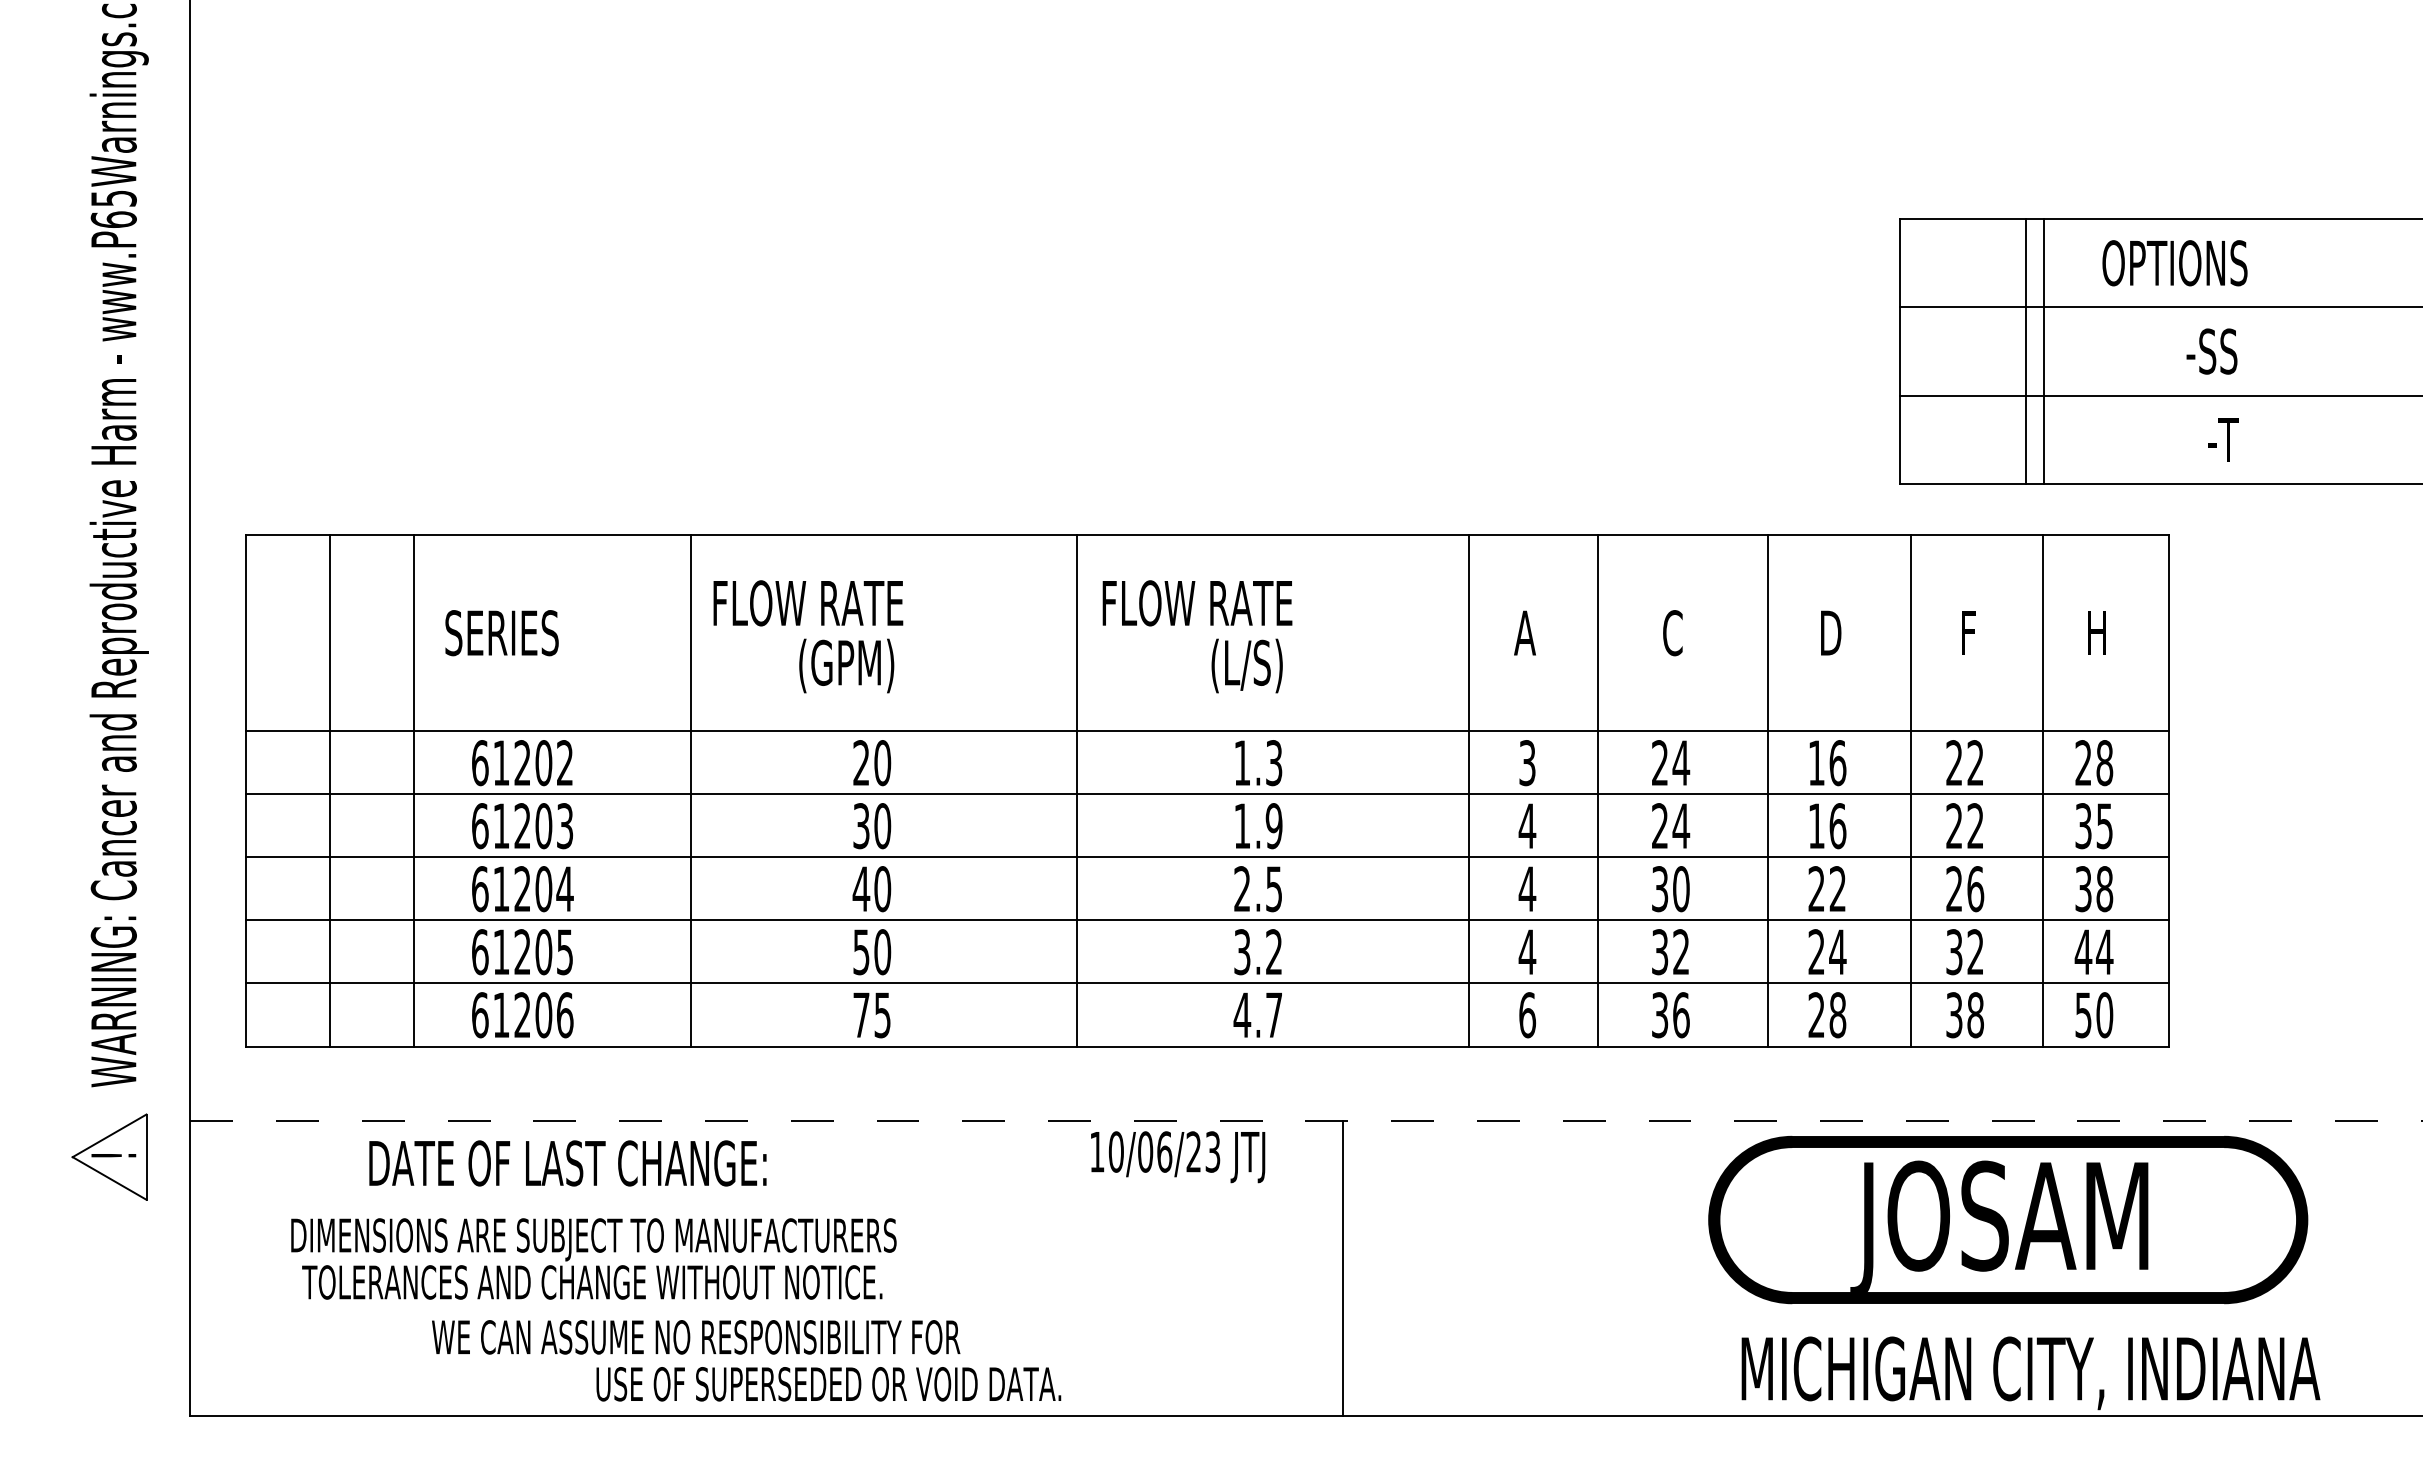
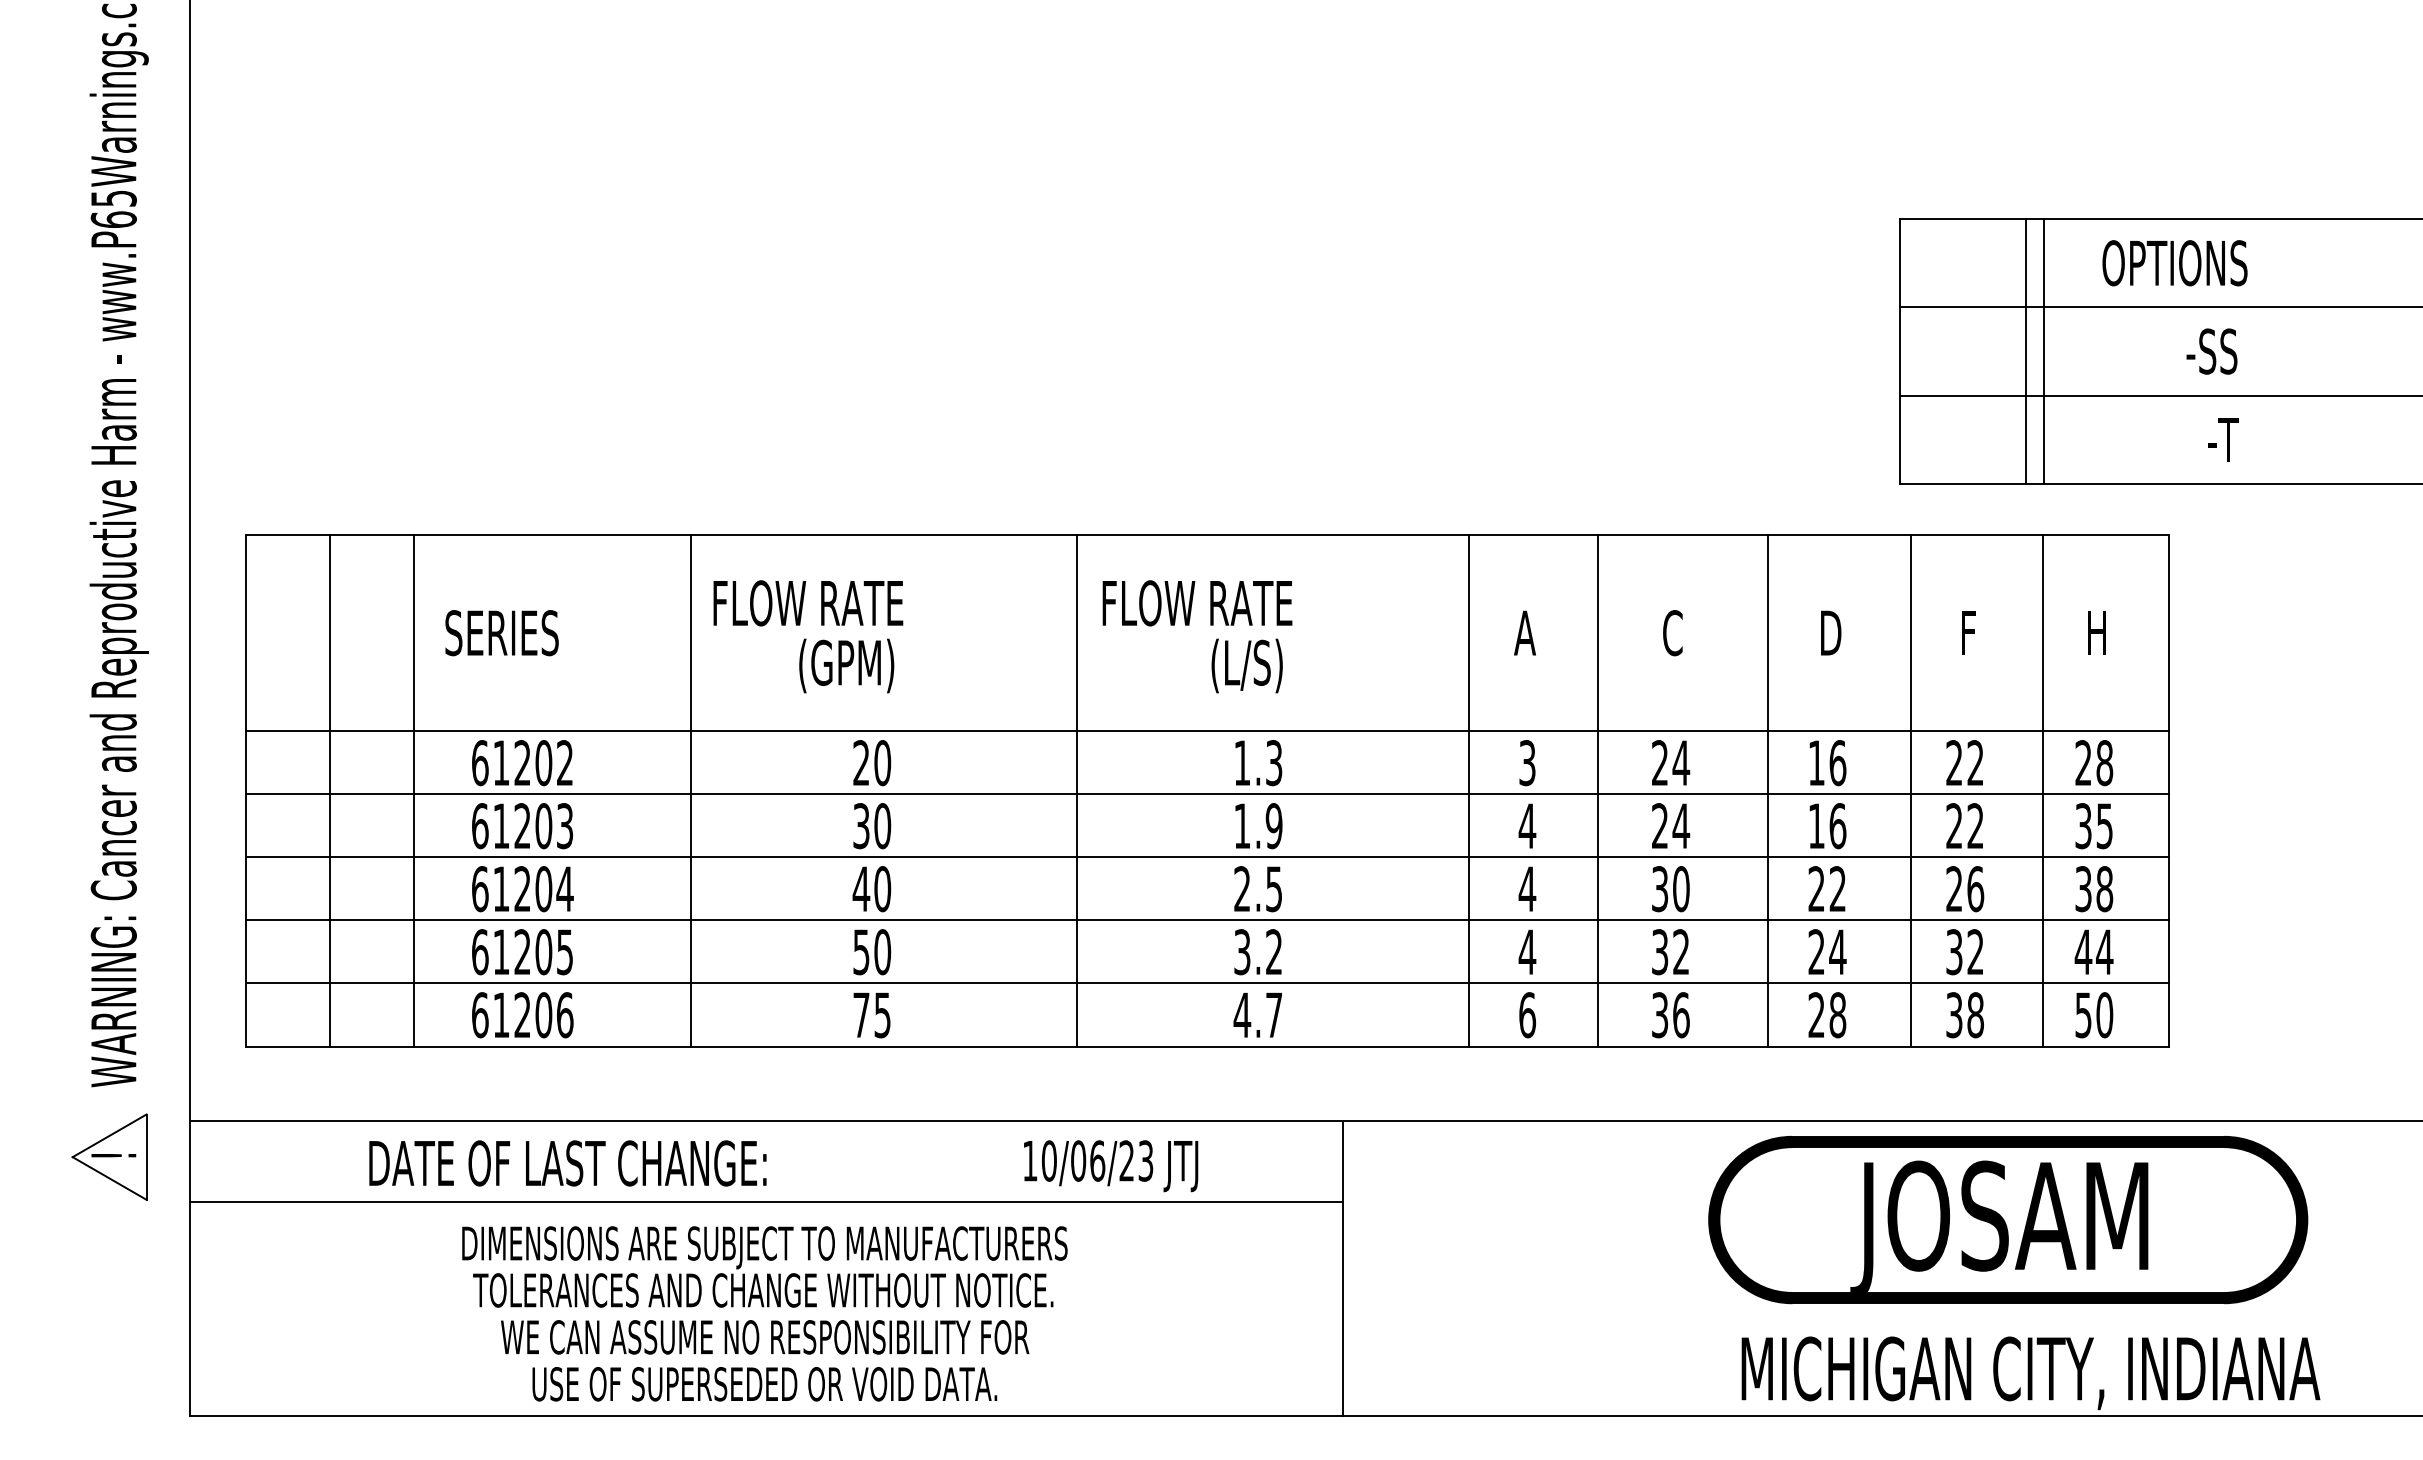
line at (1306, 1121): dashed -> solid
text at (1178, 1157) position: (1178, 1157) -> (1111, 1166)
line at (766, 1201): none -> present
text at (593, 1258) position: (593, 1258) -> (764, 1266)
text at (696, 1337) position: (696, 1337) -> (765, 1337)
text at (828, 1384) position: (828, 1384) -> (764, 1384)
